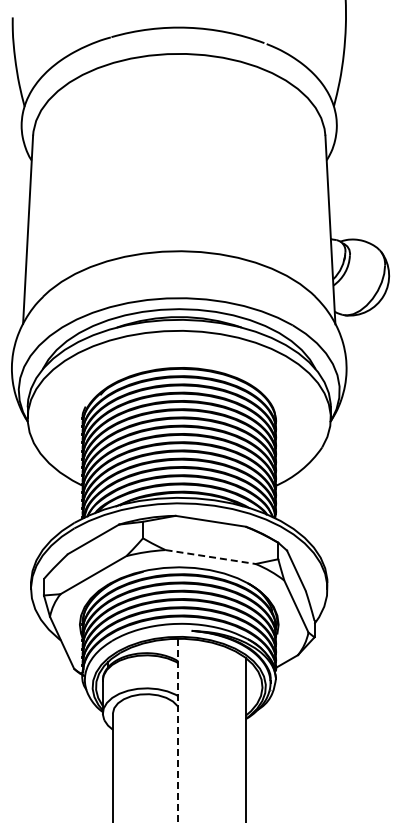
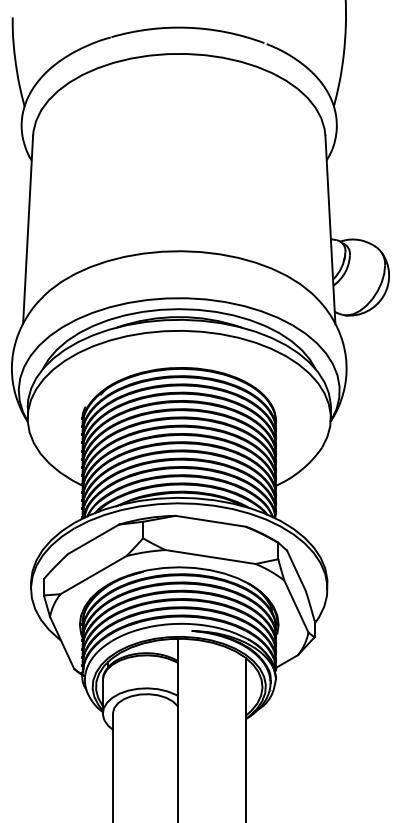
line at (210, 557): dashed -> solid
line at (178, 730): dashed -> solid
